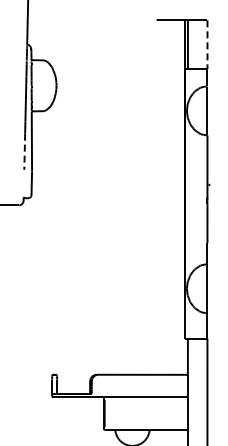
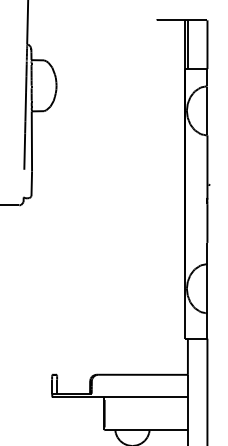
line at (207, 45): dashed -> solid
line at (24, 152): dashed -> solid
